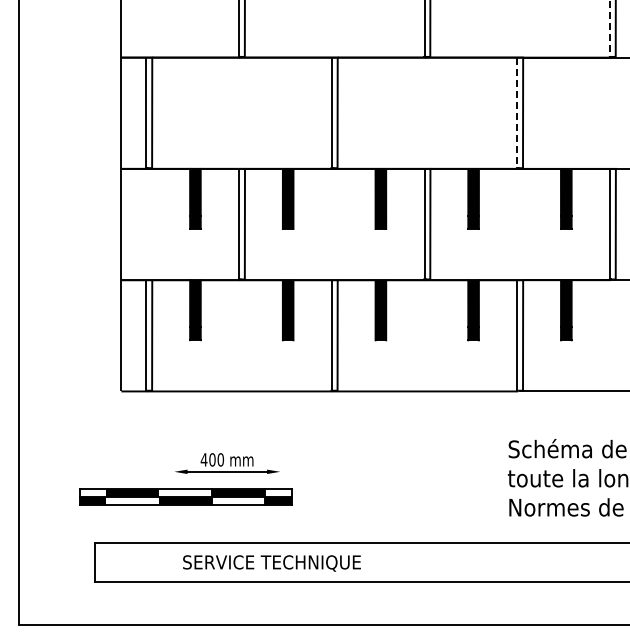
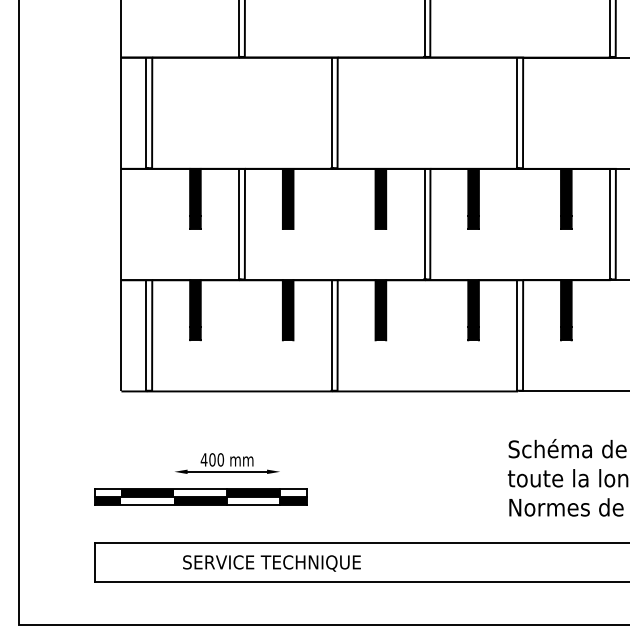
line at (609, 29): dashed -> solid
line at (517, 113): dashed -> solid
part at (185, 496) position: (185, 496) -> (200, 496)
